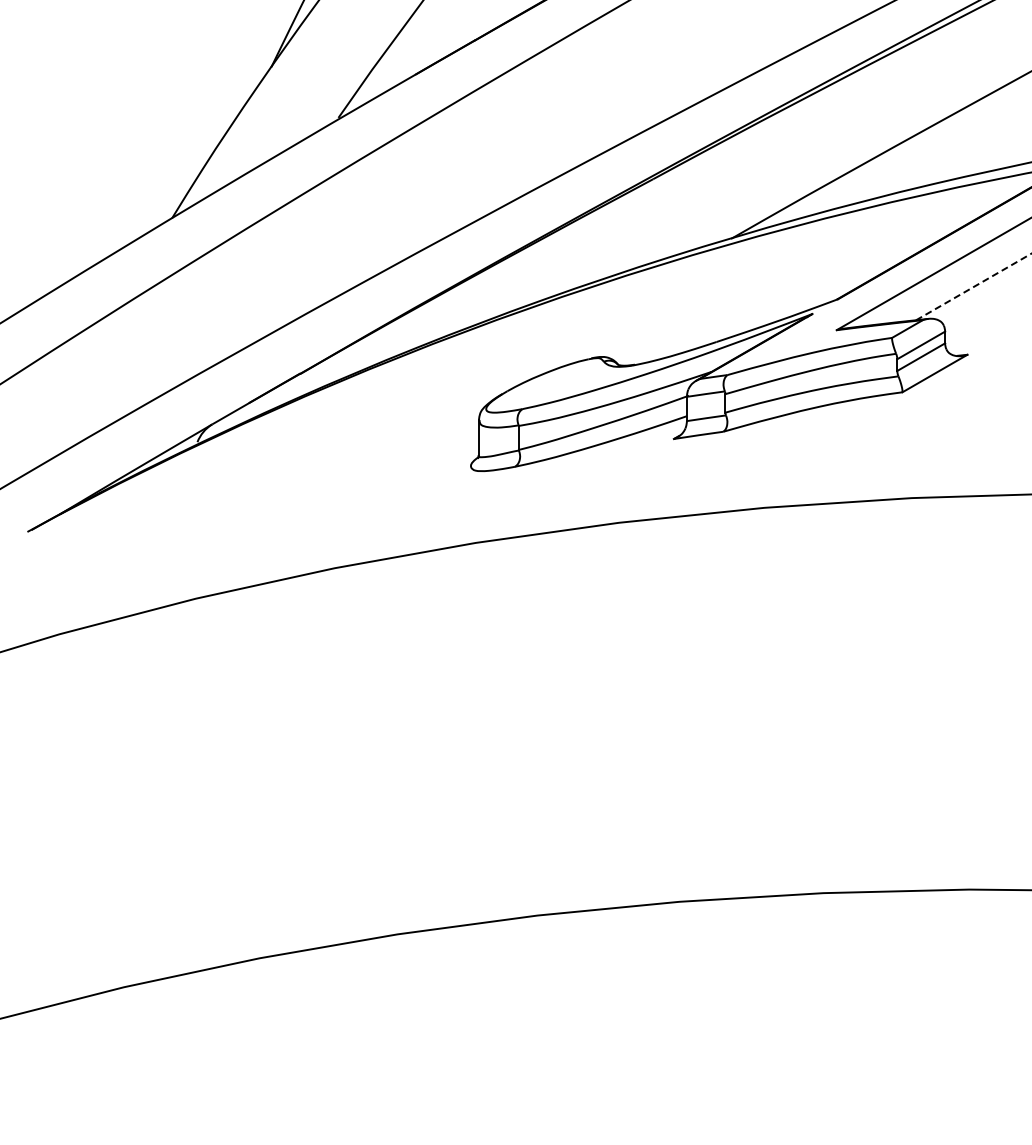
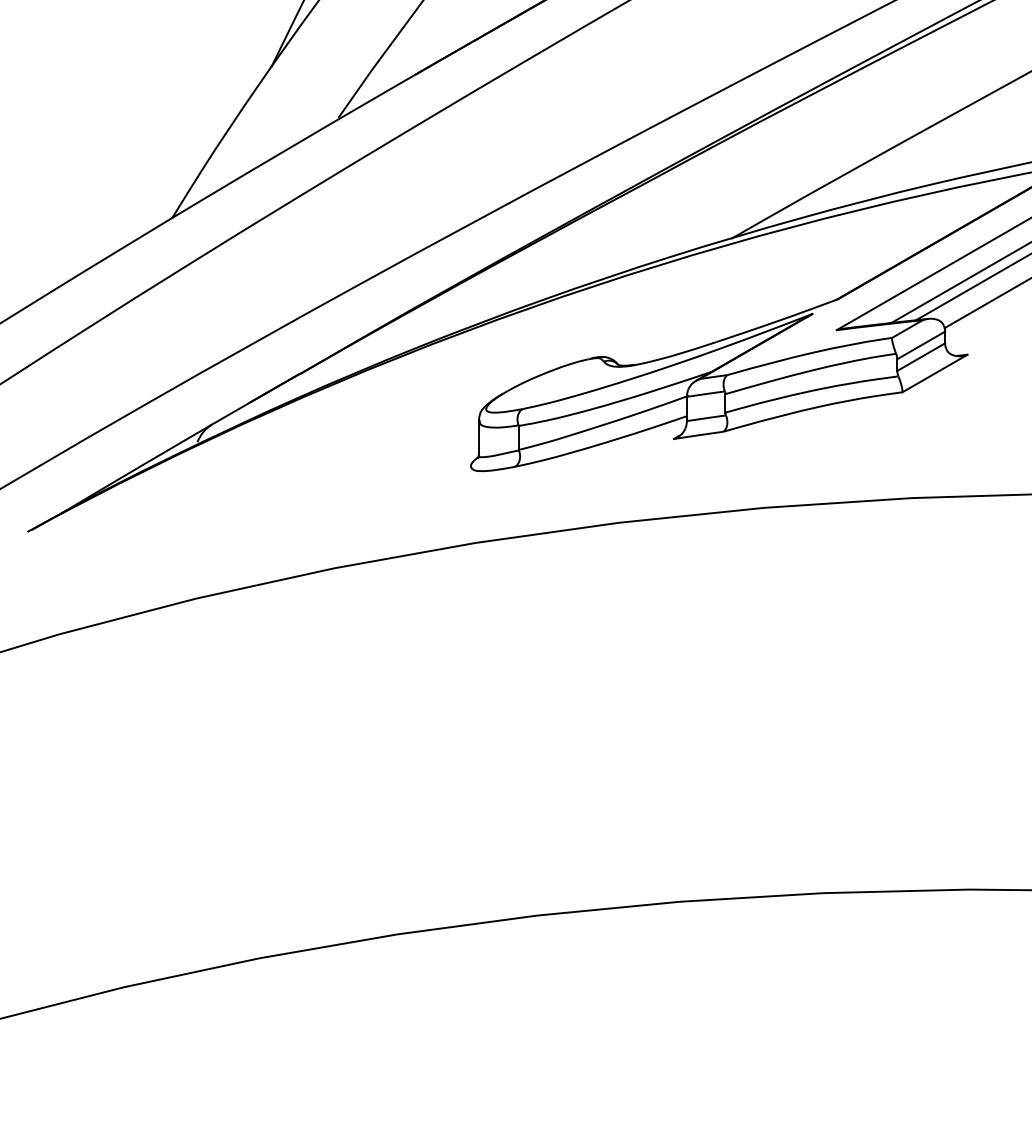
line at (959, 283): none -> present
line at (973, 286): dashed -> solid
line at (986, 303): none -> present
